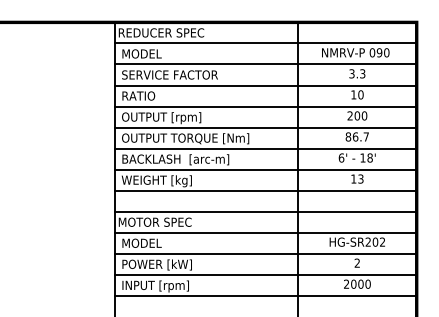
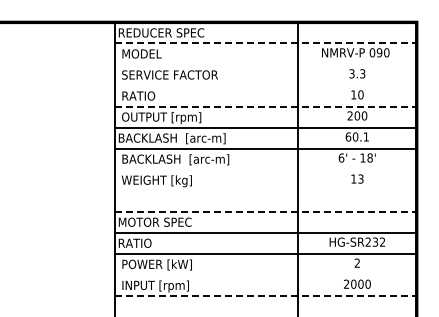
line at (266, 43): solid -> dashed
line at (265, 64): present -> none
line at (265, 85): present -> none
line at (266, 106): solid -> dashed
text at (356, 136): 86.7 -> 60.1
text at (183, 138): OUTPUT TORQUE [Nm] -> BACKLASH  [arc-m]
line at (265, 169): present -> none
line at (265, 190): present -> none
line at (266, 211): solid -> dashed
text at (375, 241): HG-SR202 -> HG-SR232
text at (139, 242): MODEL -> RATIO
line at (265, 274): present -> none
line at (266, 295): solid -> dashed
